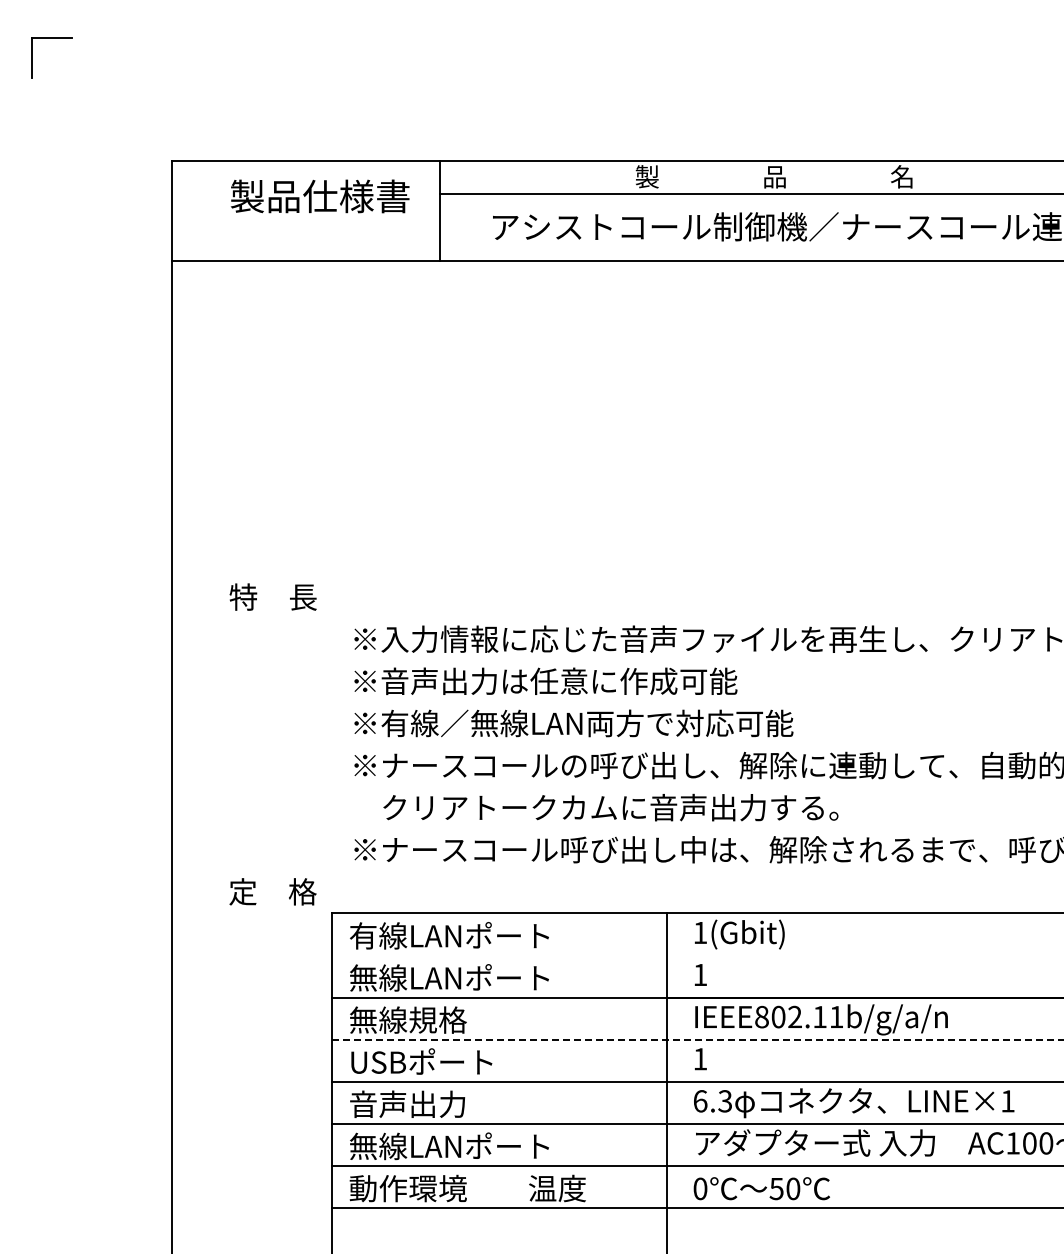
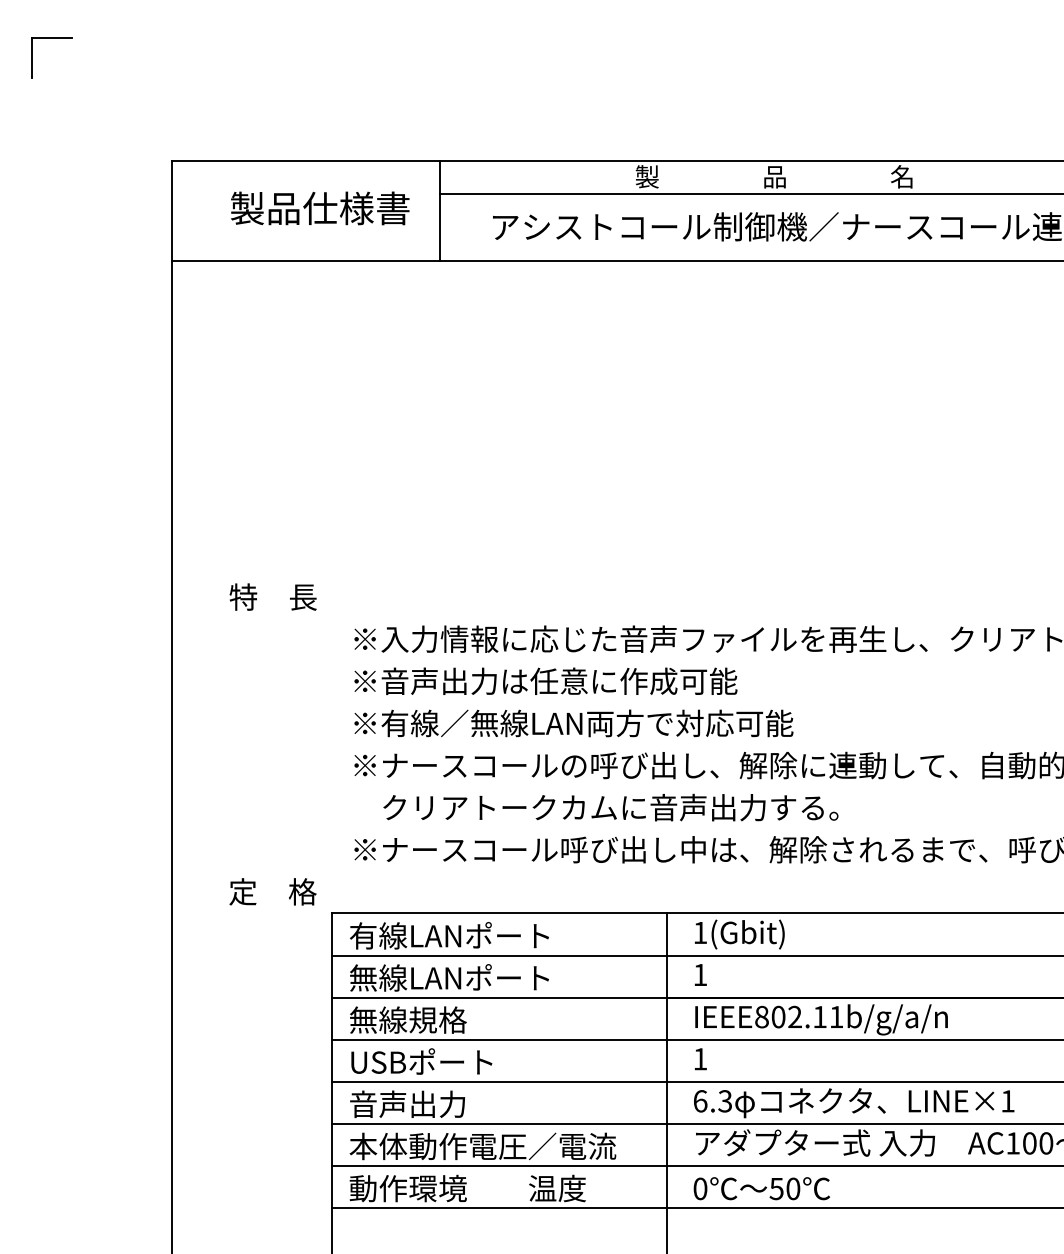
text at (320, 196) position: (320, 196) -> (320, 208)
line at (695, 955): none -> present
line at (698, 1039): dashed -> solid
text at (482, 1146): 無線LANポート -> 本体動作電圧／電流
